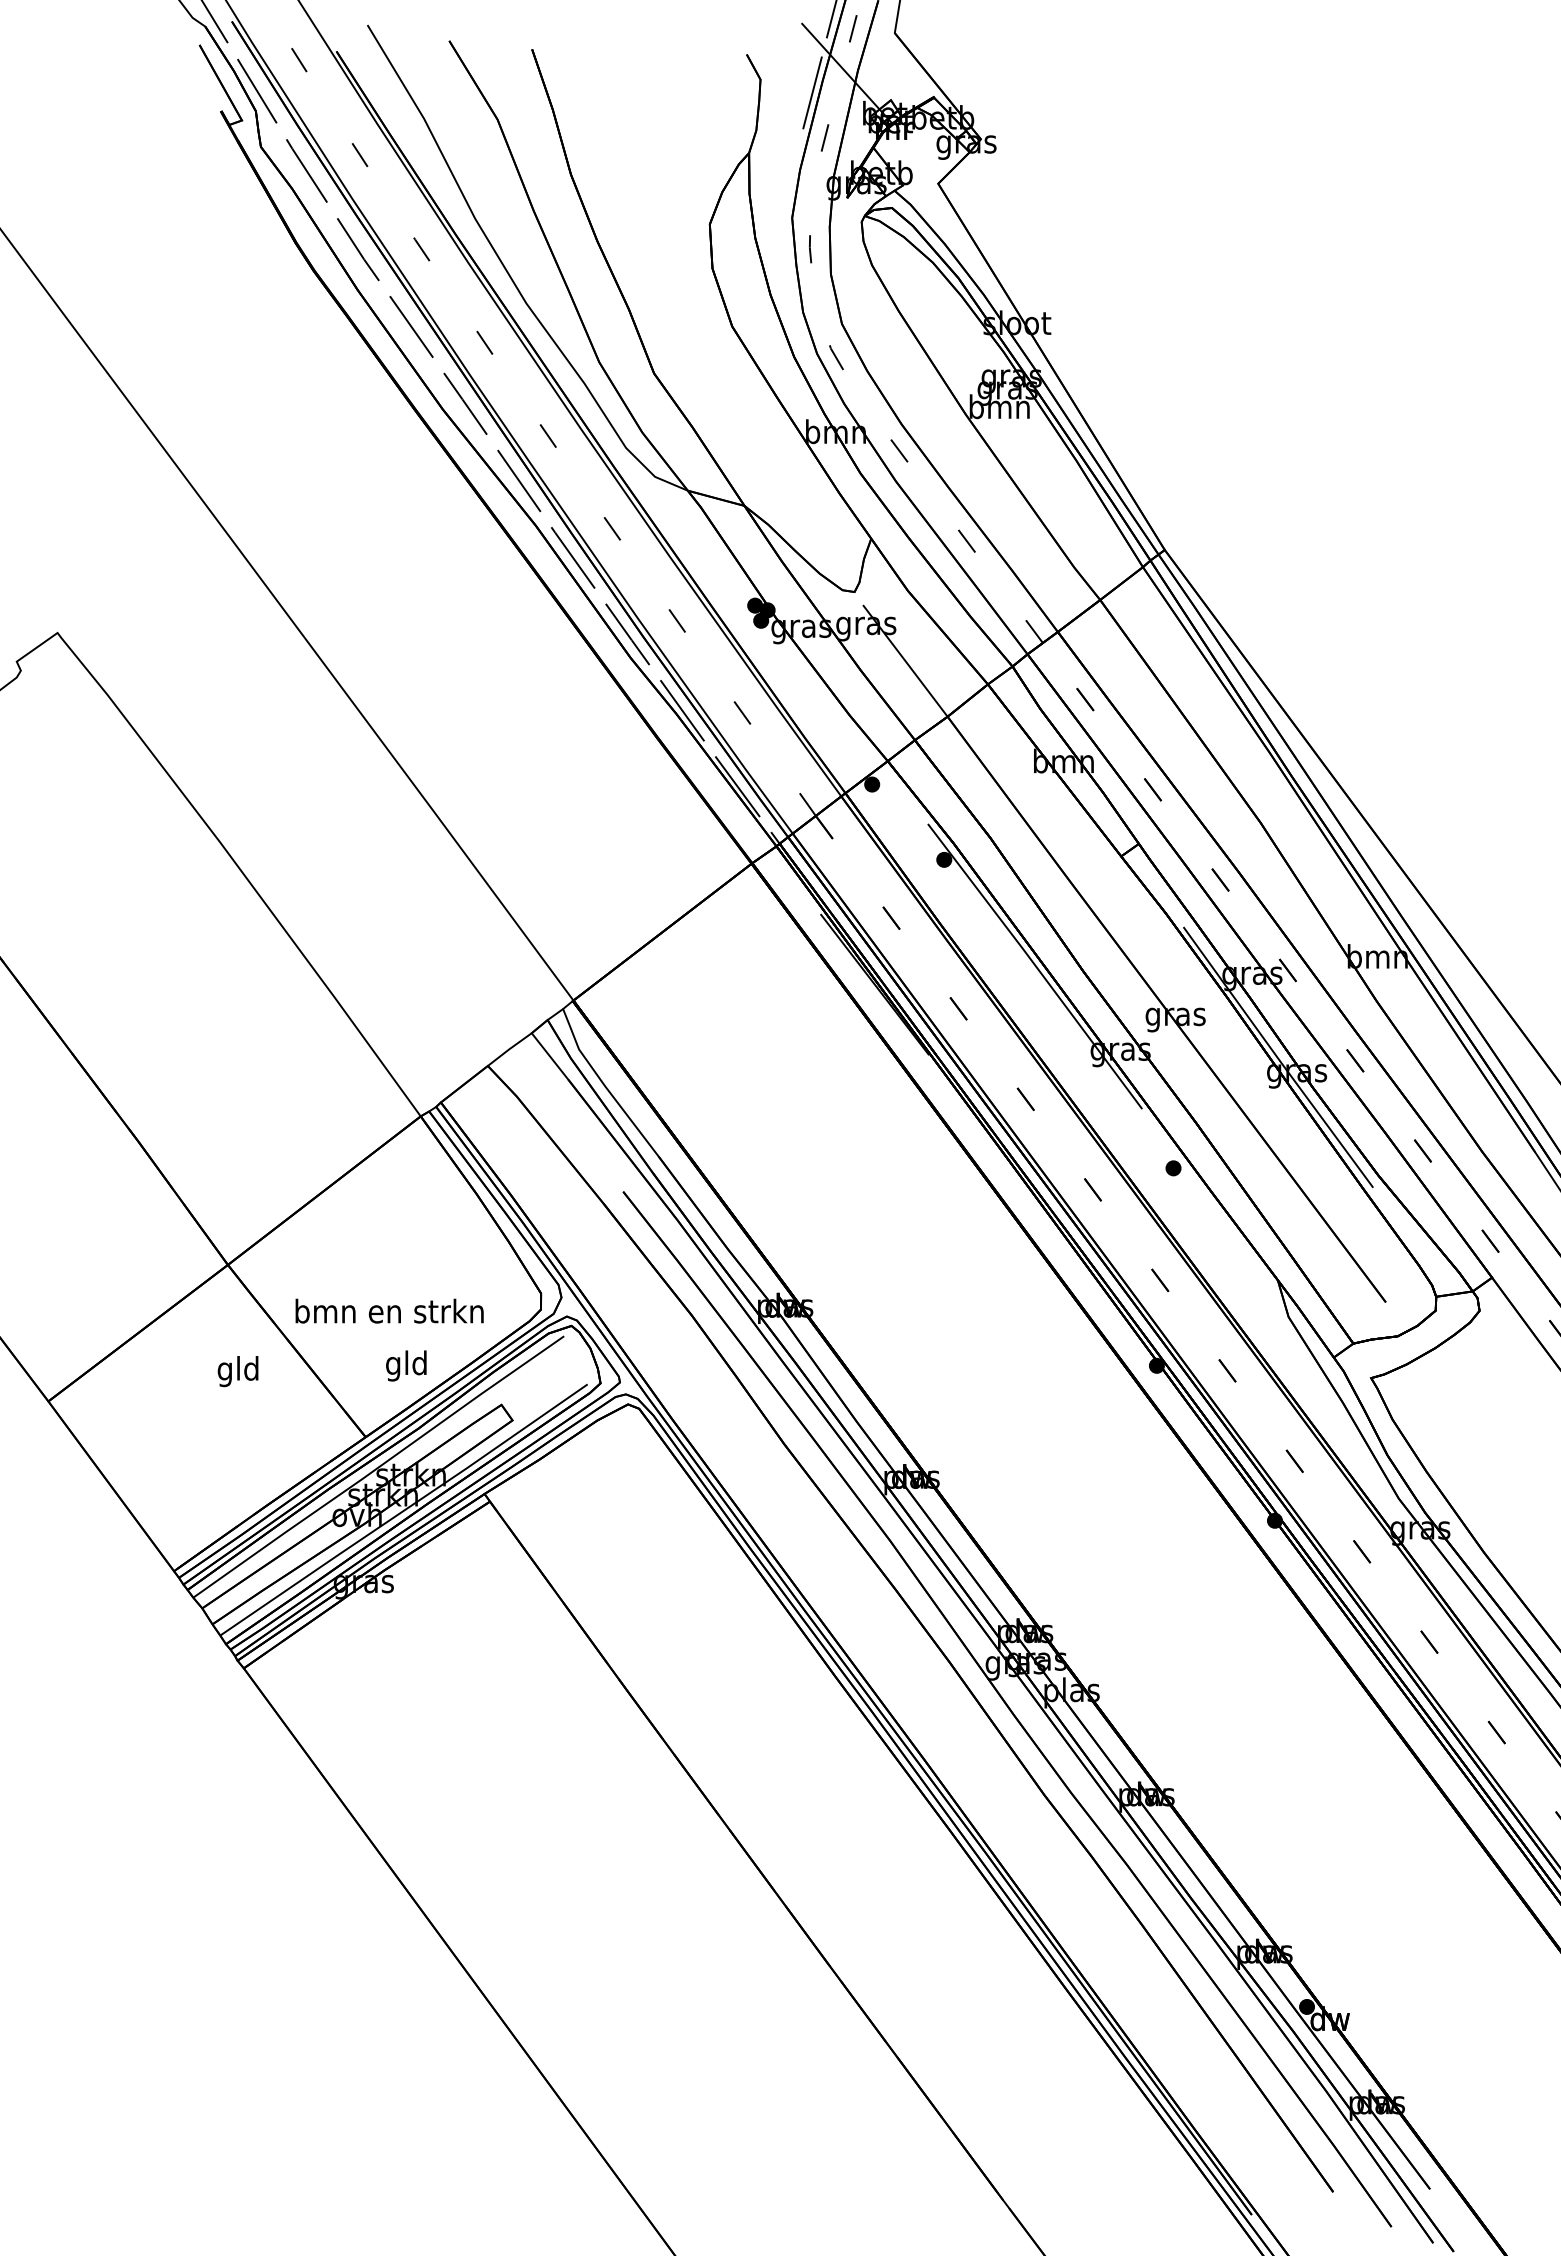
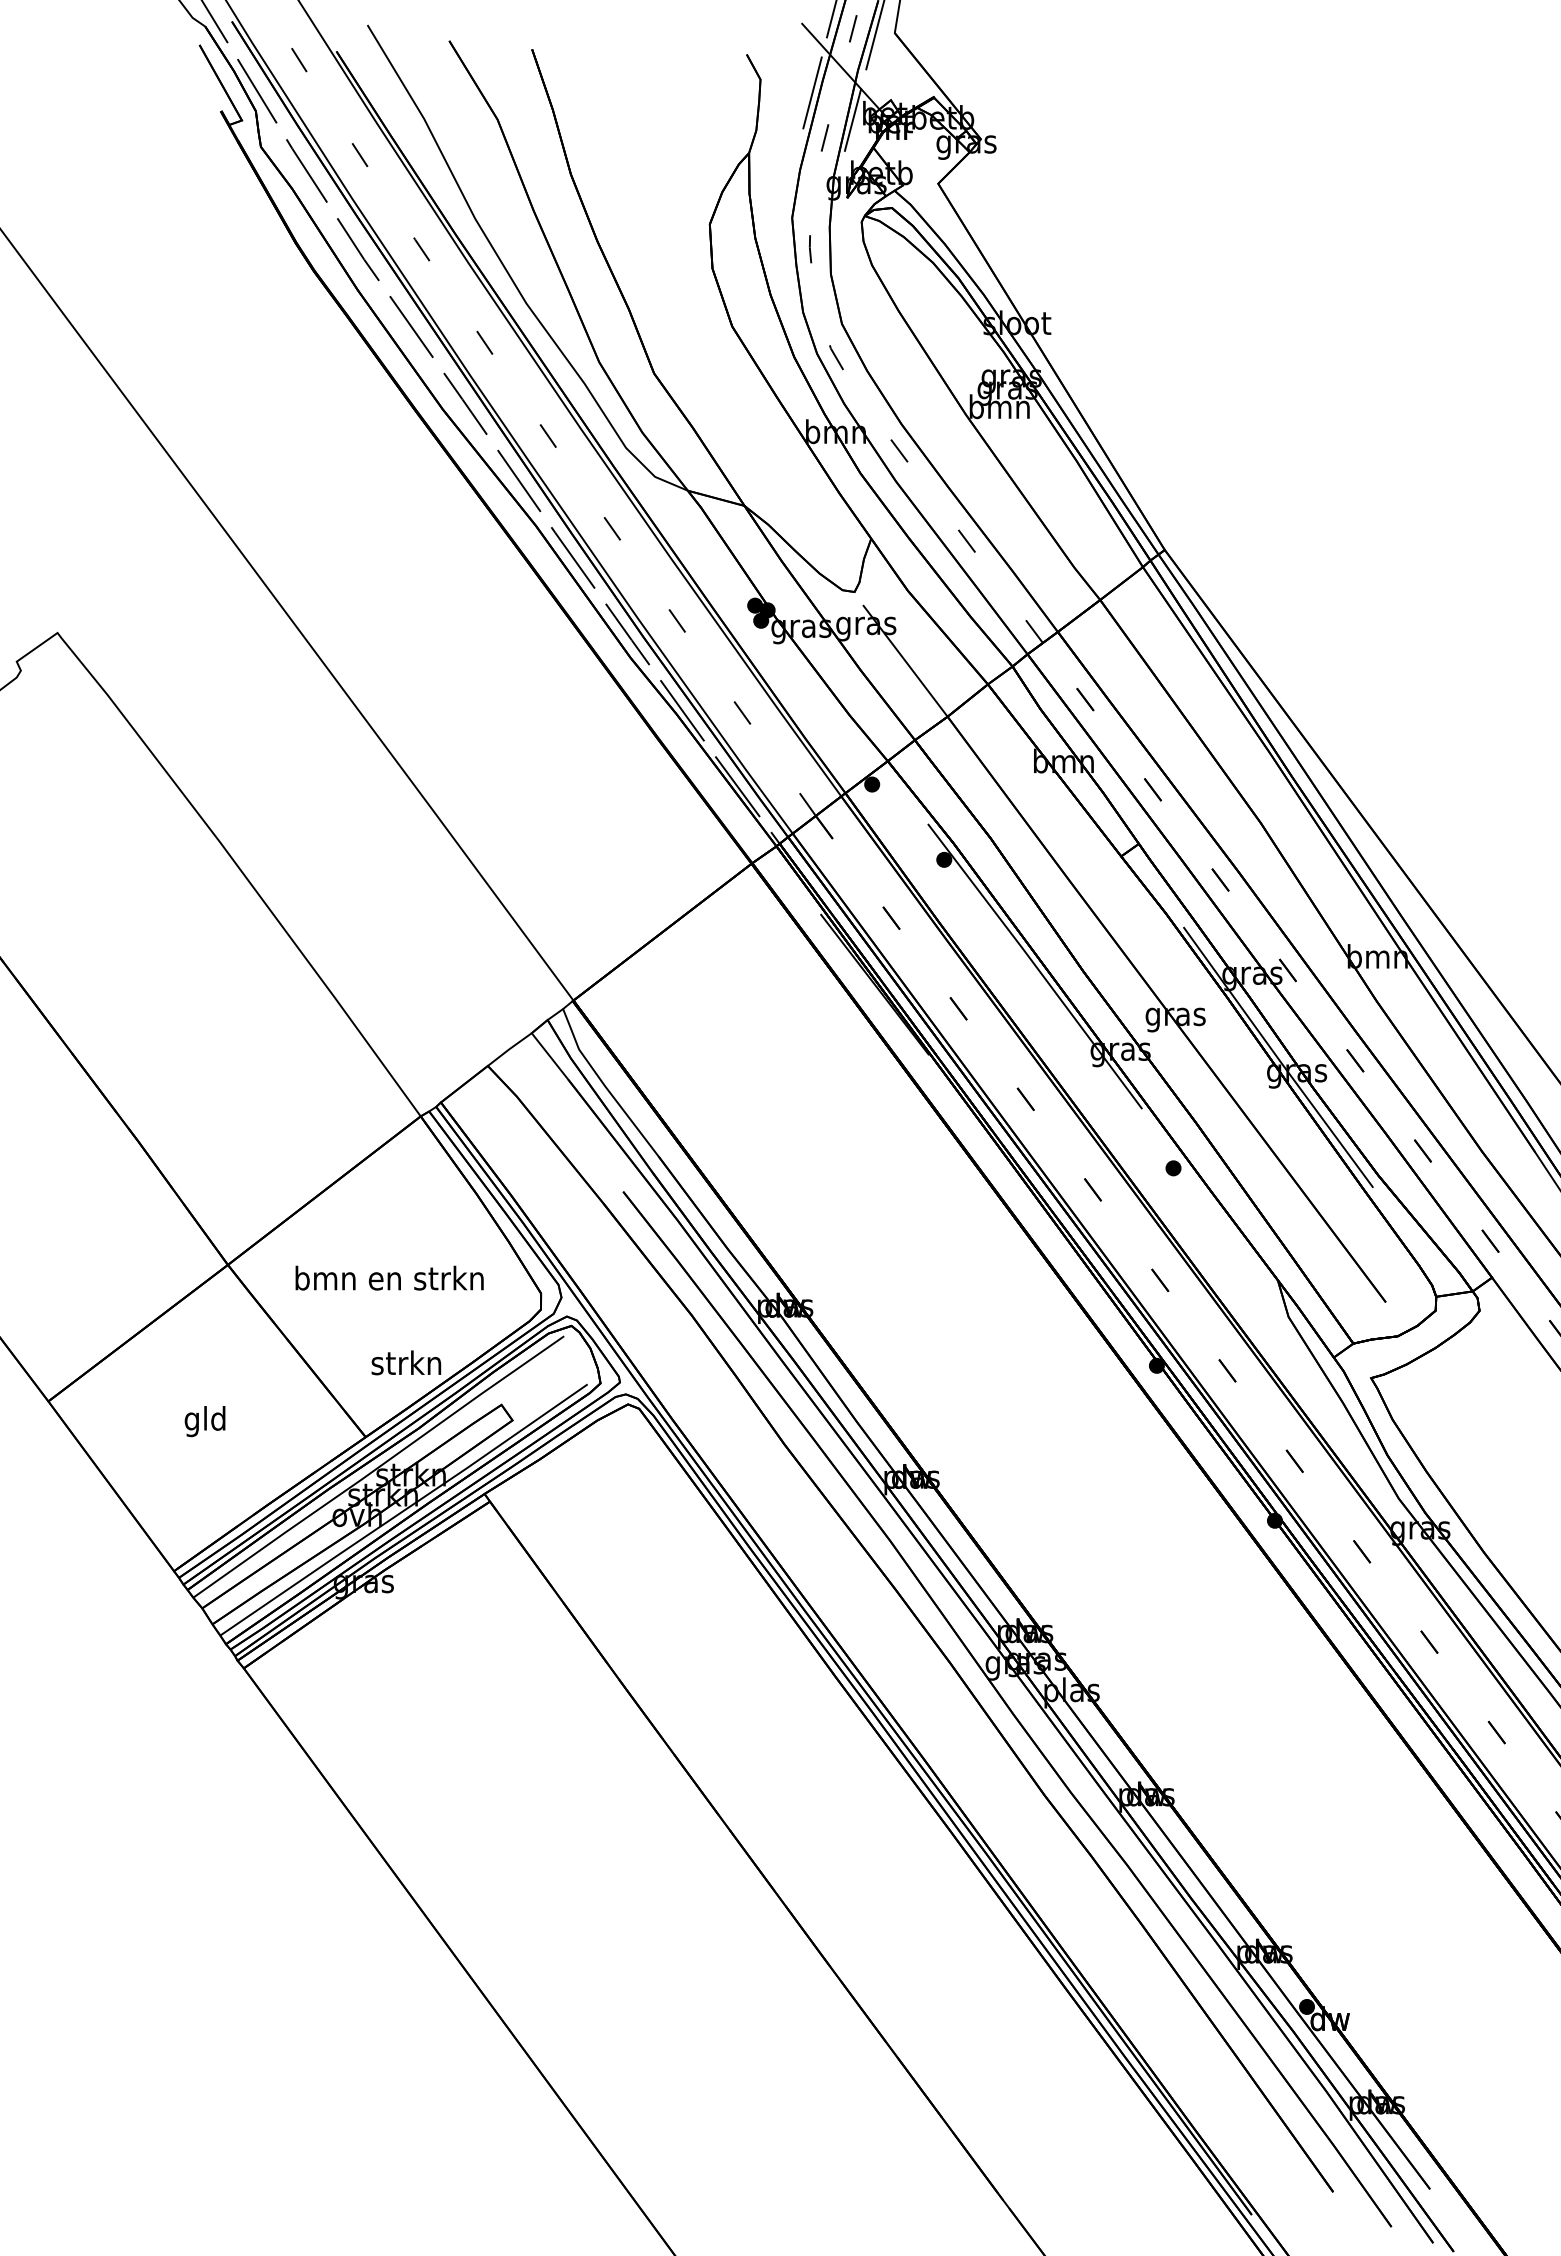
line at (863, 76): none -> present
text at (389, 1310) position: (389, 1310) -> (389, 1277)
text at (406, 1365): gld -> strkn
text at (237, 1371) position: (237, 1371) -> (204, 1421)
